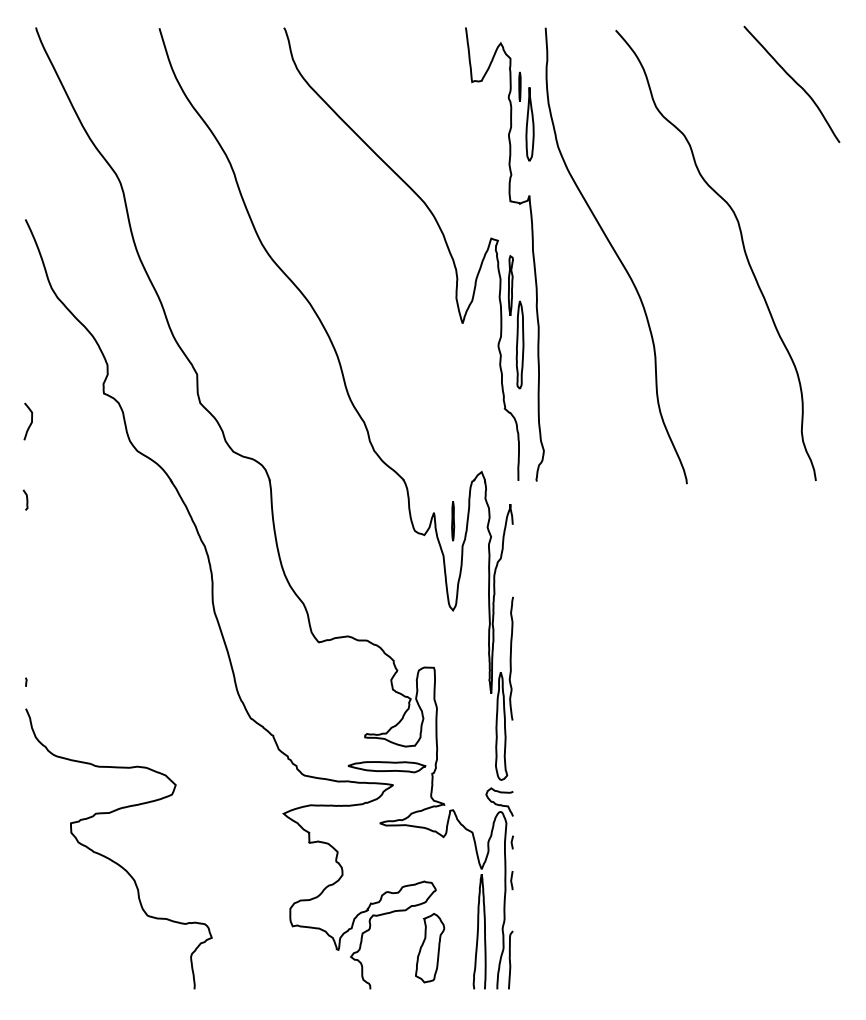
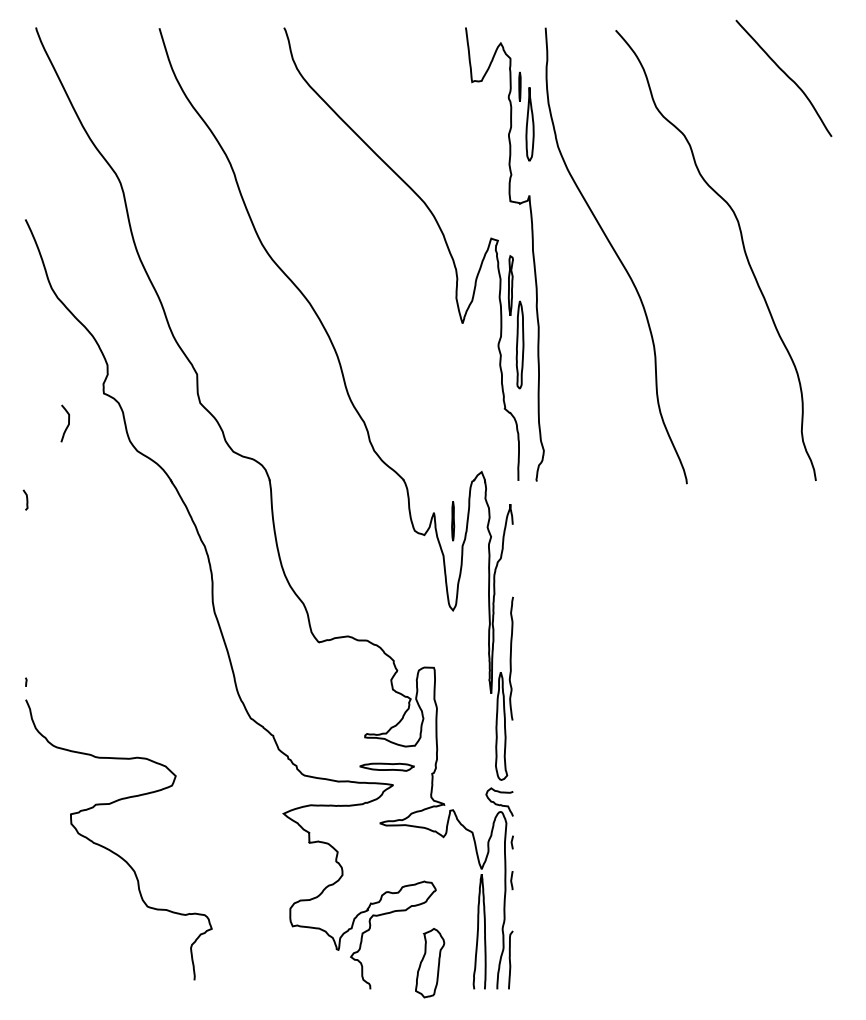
curve at (793, 81) position: (793, 81) -> (785, 75)
curve at (30, 422) position: (30, 422) -> (67, 424)
part at (386, 767) size: 80x13 px -> 56x10 px
curve at (112, 859) position: (112, 859) -> (112, 850)
part at (430, 948) position: (430, 948) -> (430, 963)
